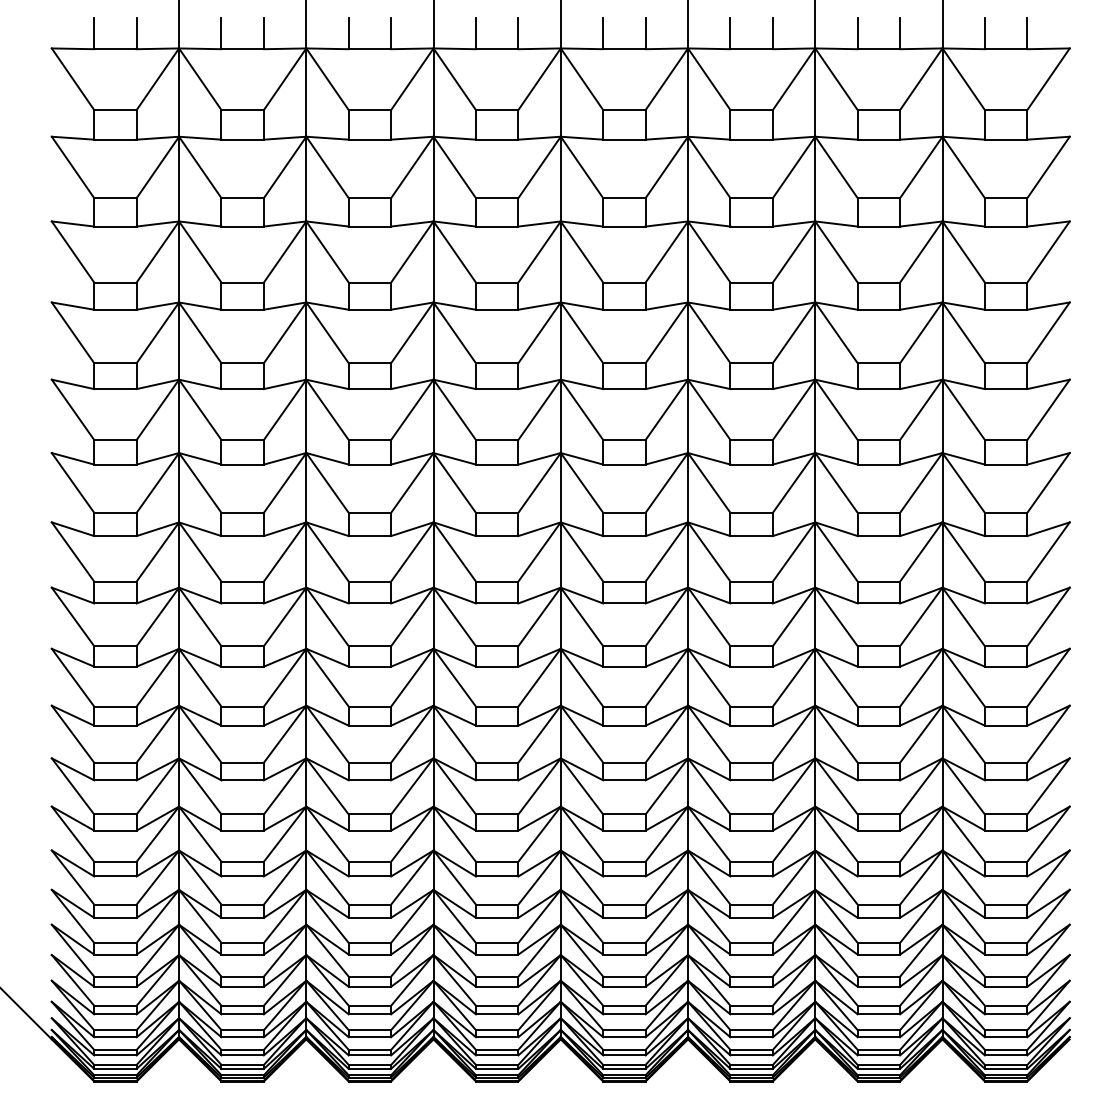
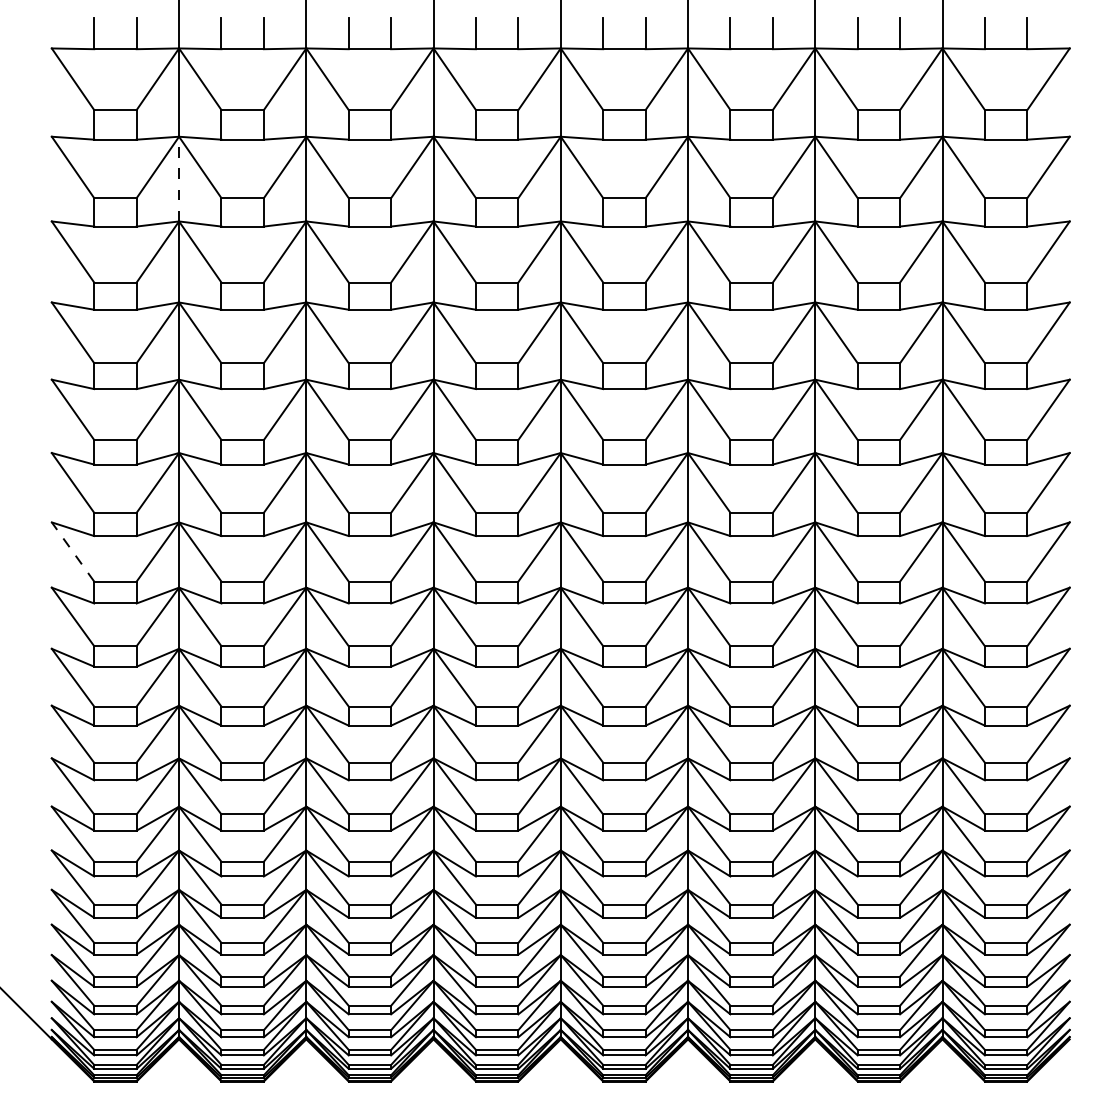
line at (179, 178): solid -> dashed
line at (72, 551): solid -> dashed
